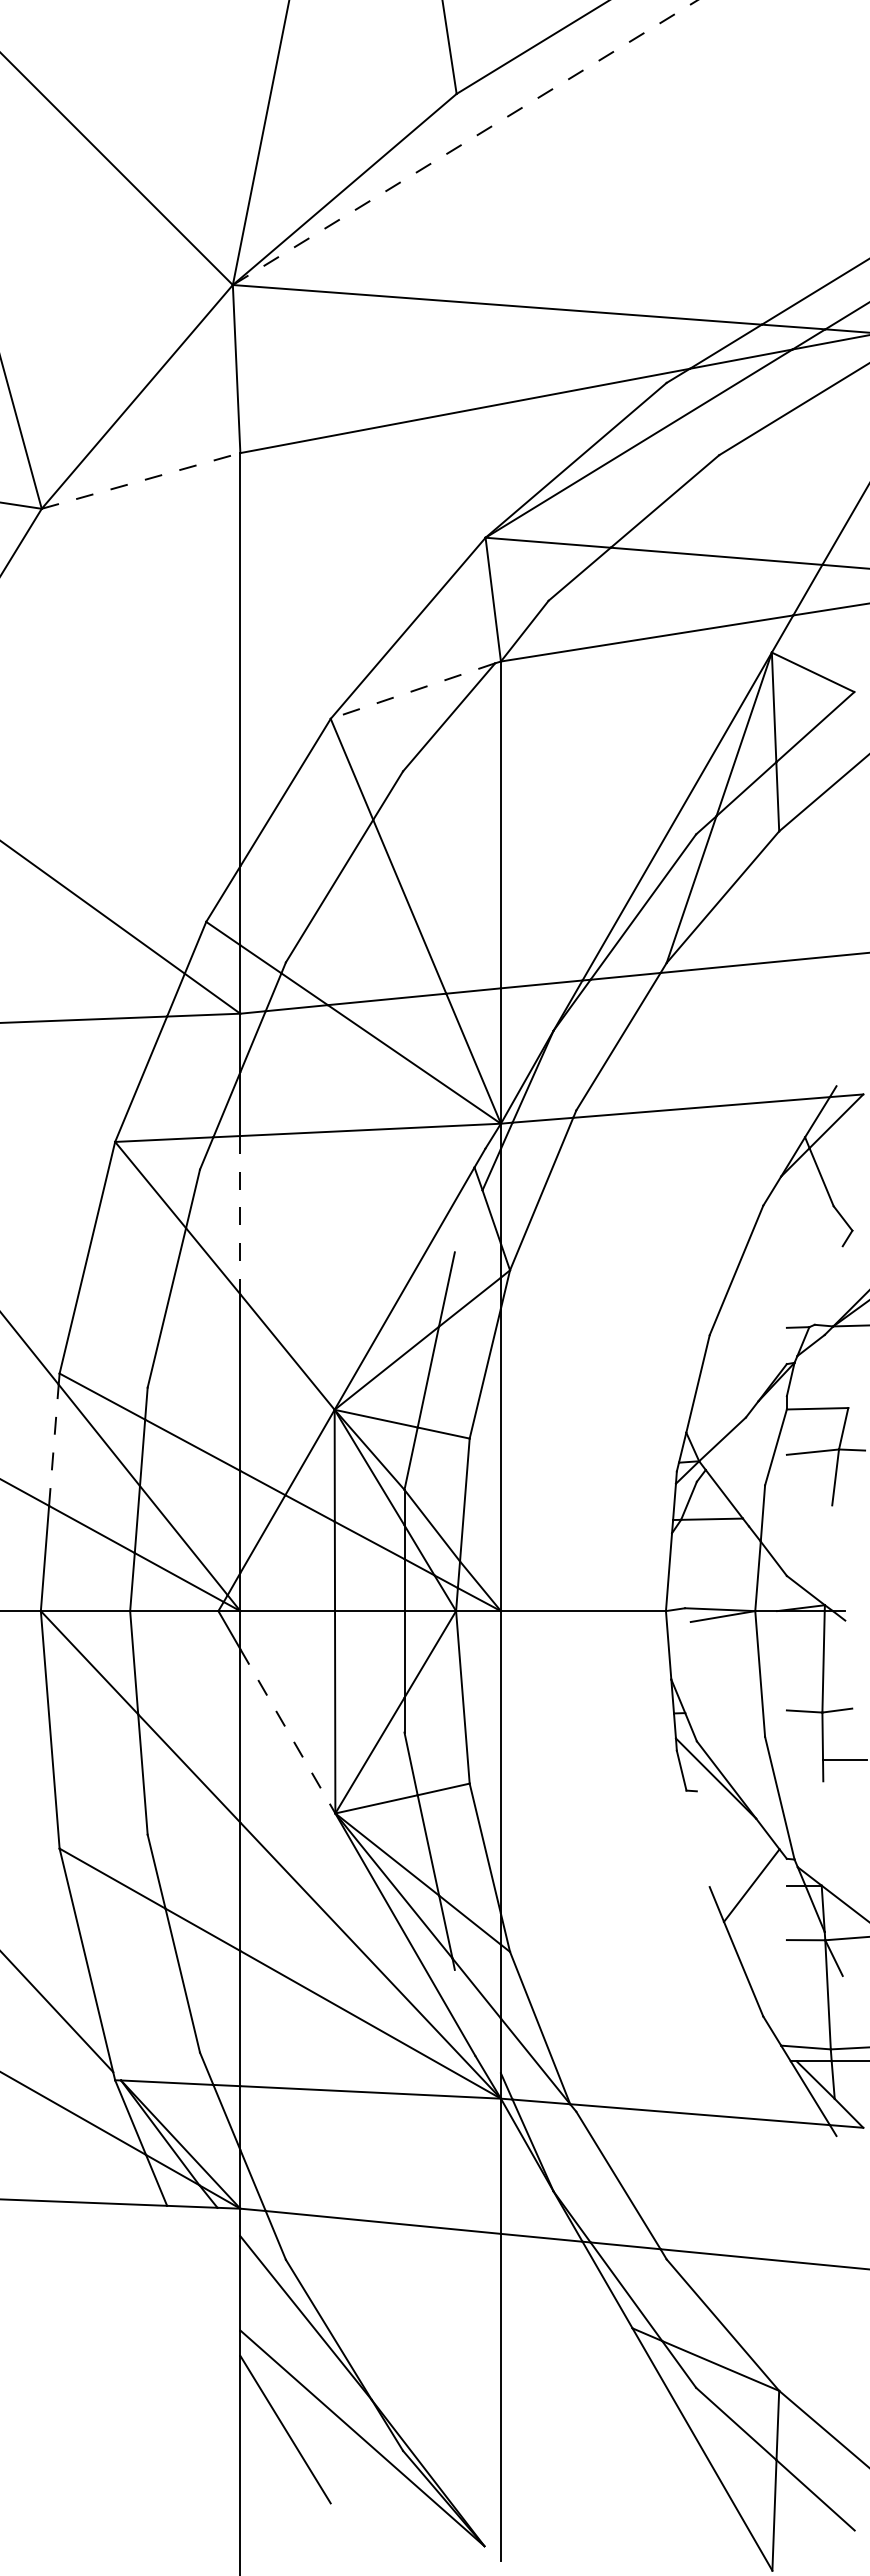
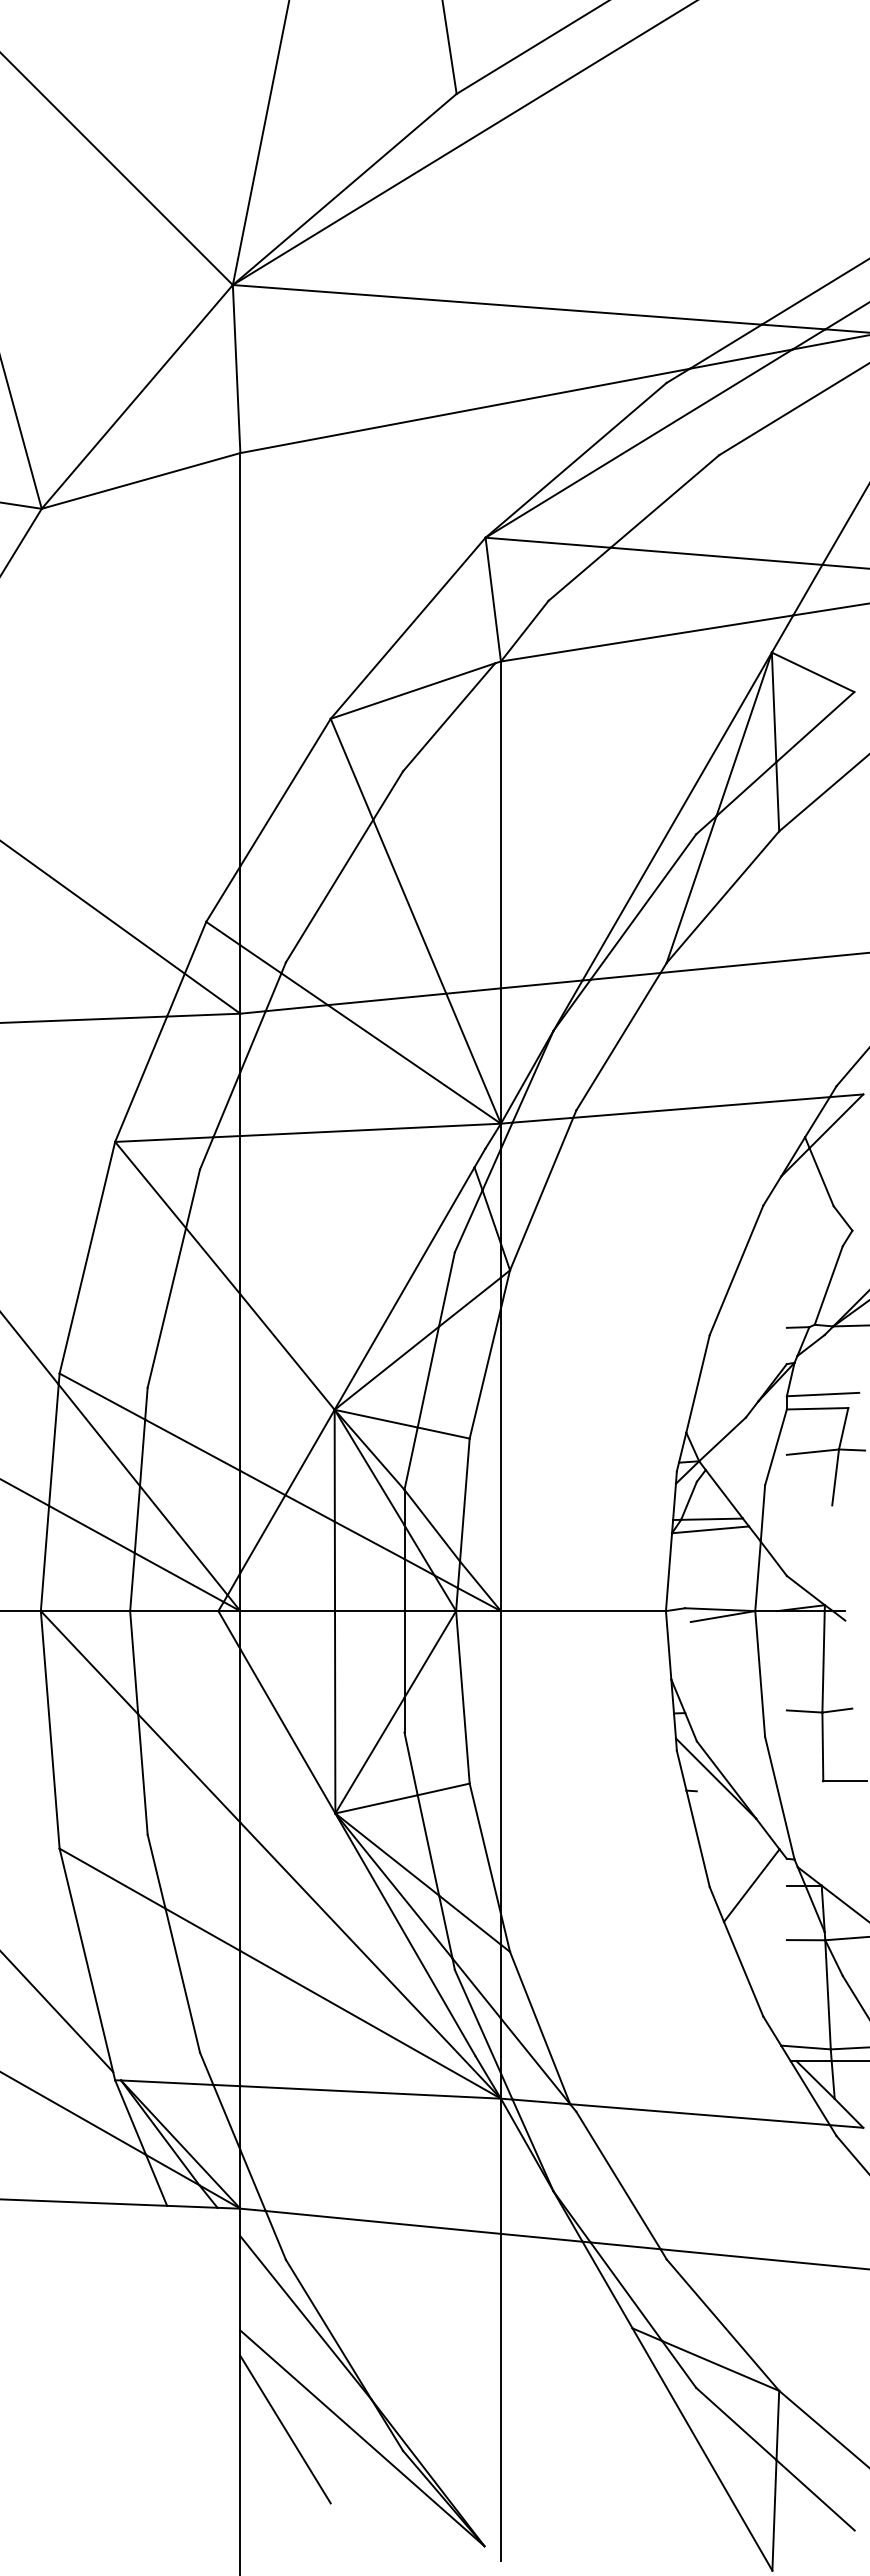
line at (464, 143): dashed -> solid
line at (141, 480): dashed -> solid
line at (412, 691): dashed -> solid
line at (851, 1068): none -> present
line at (240, 1215): dashed -> solid
line at (468, 1221): none -> present
line at (828, 1285): none -> present
line at (822, 1394): none -> present
line at (53, 1445): dashed -> solid
line at (710, 1529): none -> present
line at (287, 1731): dashed -> solid
line at (844, 1760) position: (844, 1760) -> (844, 1781)
line at (697, 1838): none -> present
line at (854, 1994): none -> present
line at (477, 2021): none -> present
line at (851, 2153): none -> present
